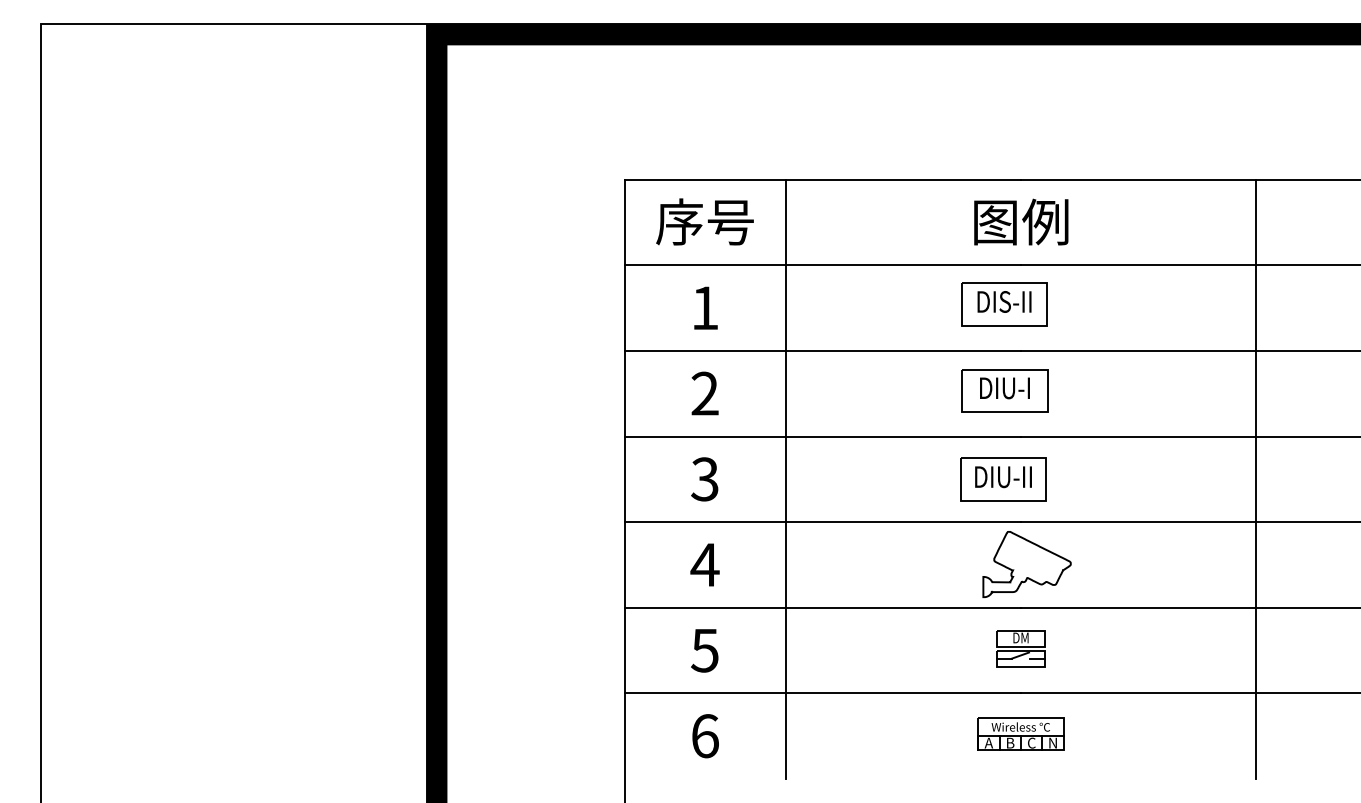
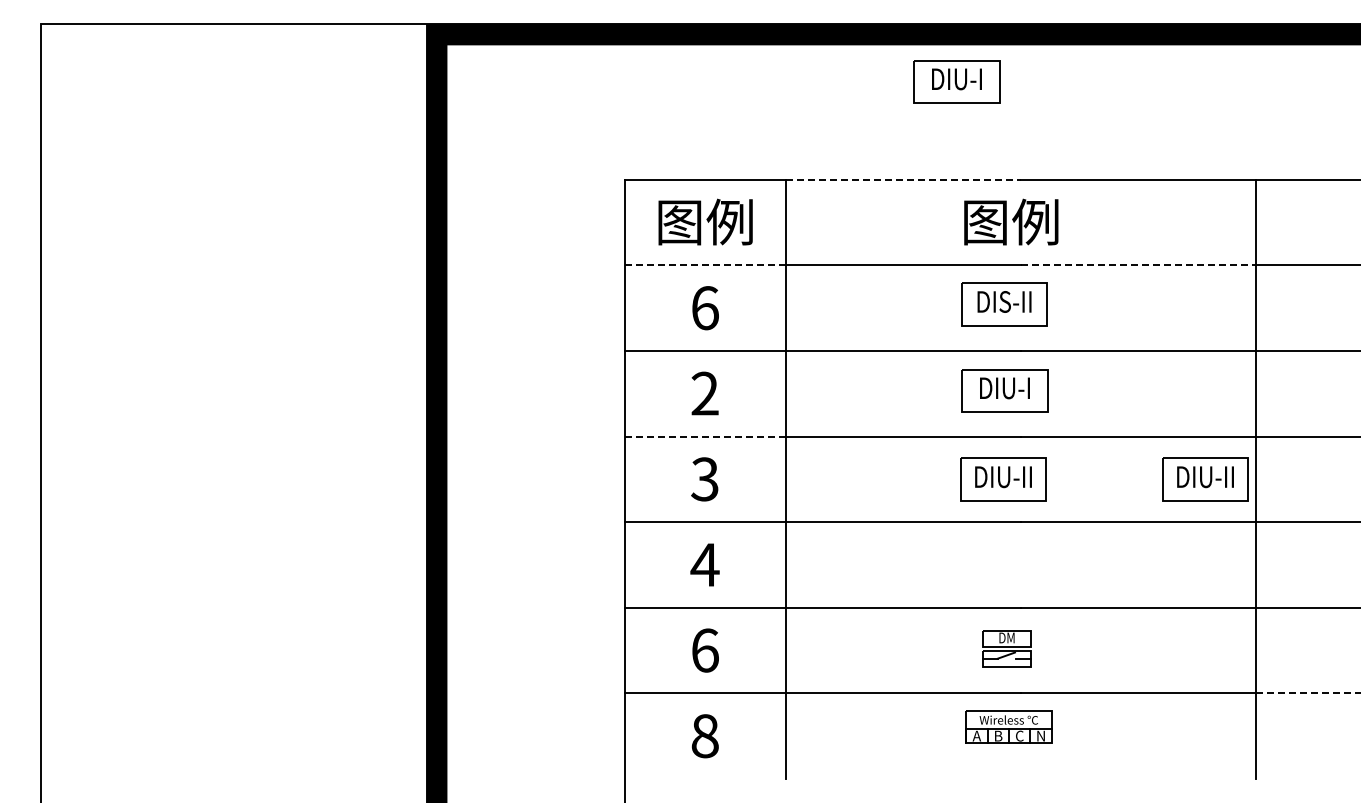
part at (956, 81): none -> present
line at (903, 179): solid -> dashed
text at (704, 221): 序号 -> 图例
text at (1021, 221) position: (1021, 221) -> (1011, 221)
line at (705, 265): solid -> dashed
line at (1138, 265): solid -> dashed
text at (705, 308): 1 -> 6
line at (705, 436): solid -> dashed
part at (1205, 479): none -> present
part at (1026, 564): present -> none
part at (1020, 648) position: (1020, 648) -> (1006, 648)
text at (704, 650): 5 -> 6
line at (1308, 693): solid -> dashed
part at (1020, 733) position: (1020, 733) -> (1008, 726)
text at (704, 736): 6 -> 8
